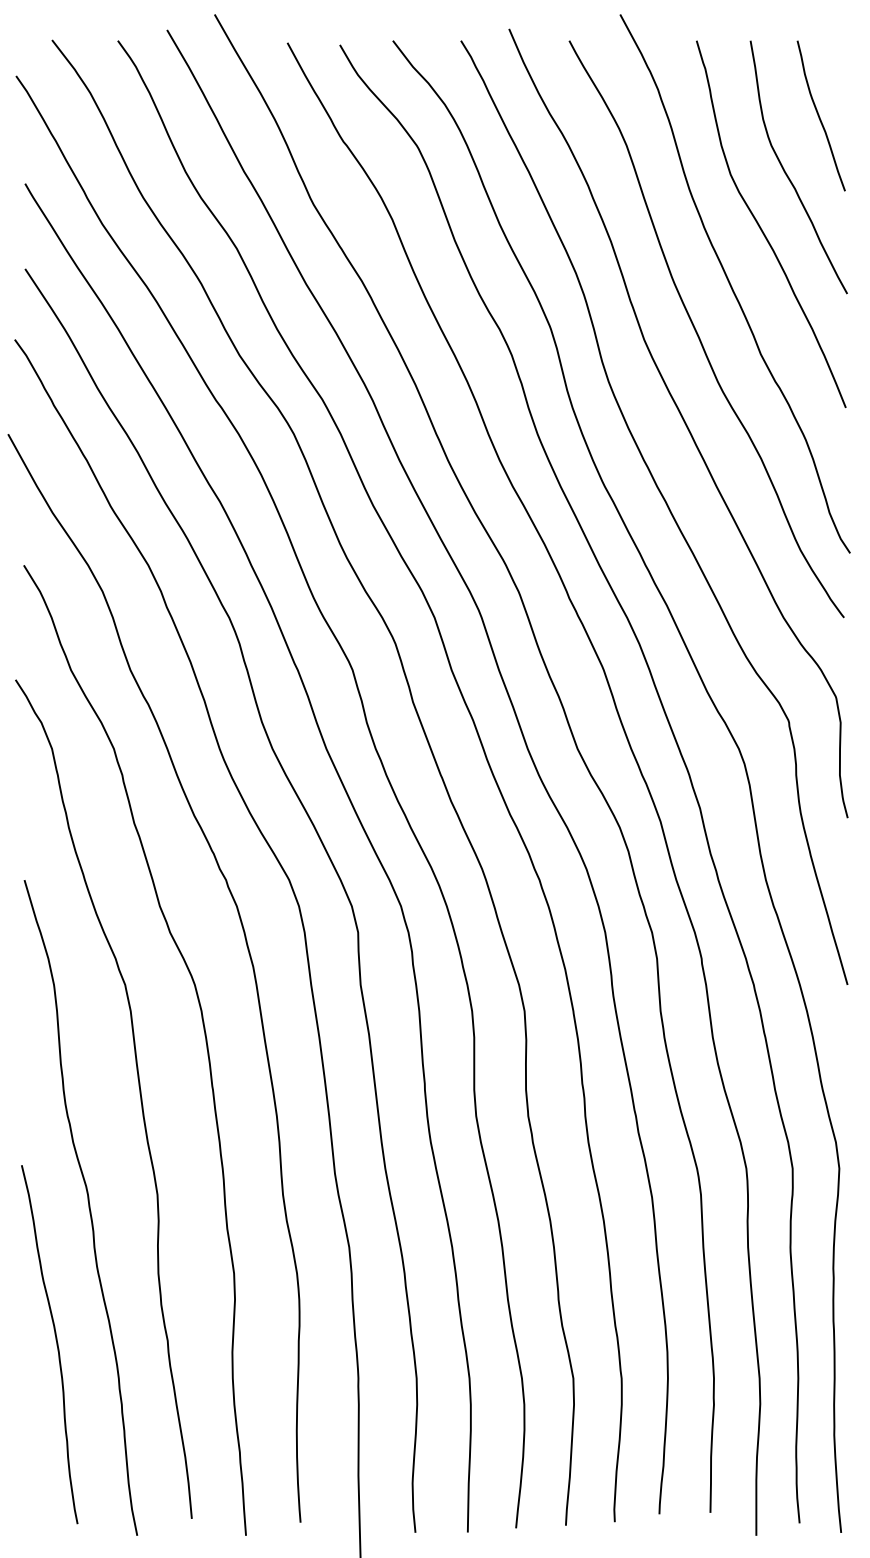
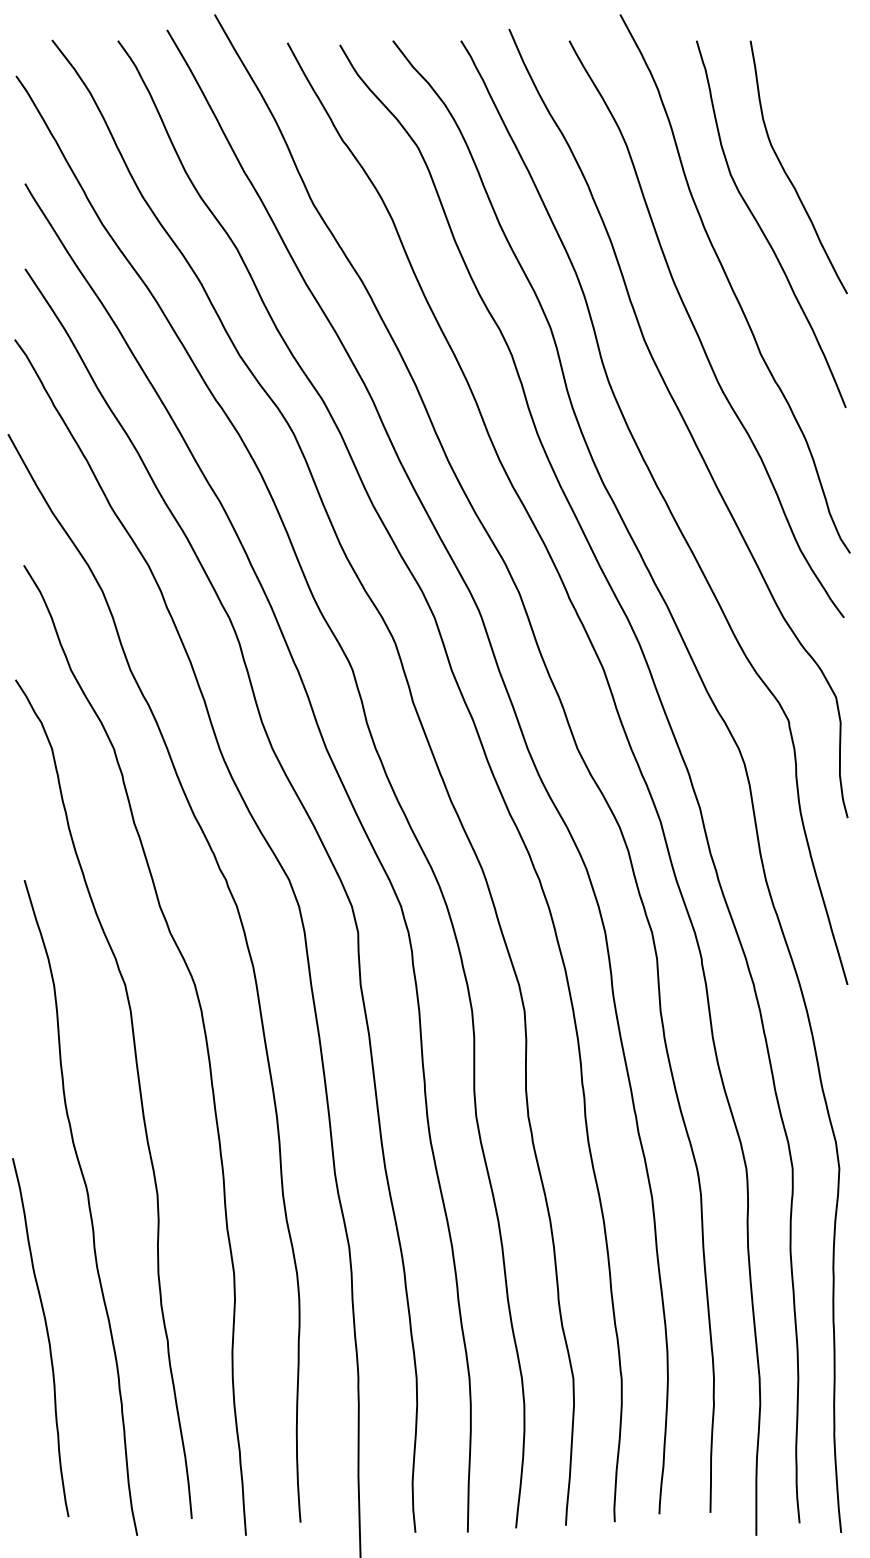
curve at (819, 115): present -> none
curve at (56, 1344) position: (56, 1344) -> (47, 1337)
